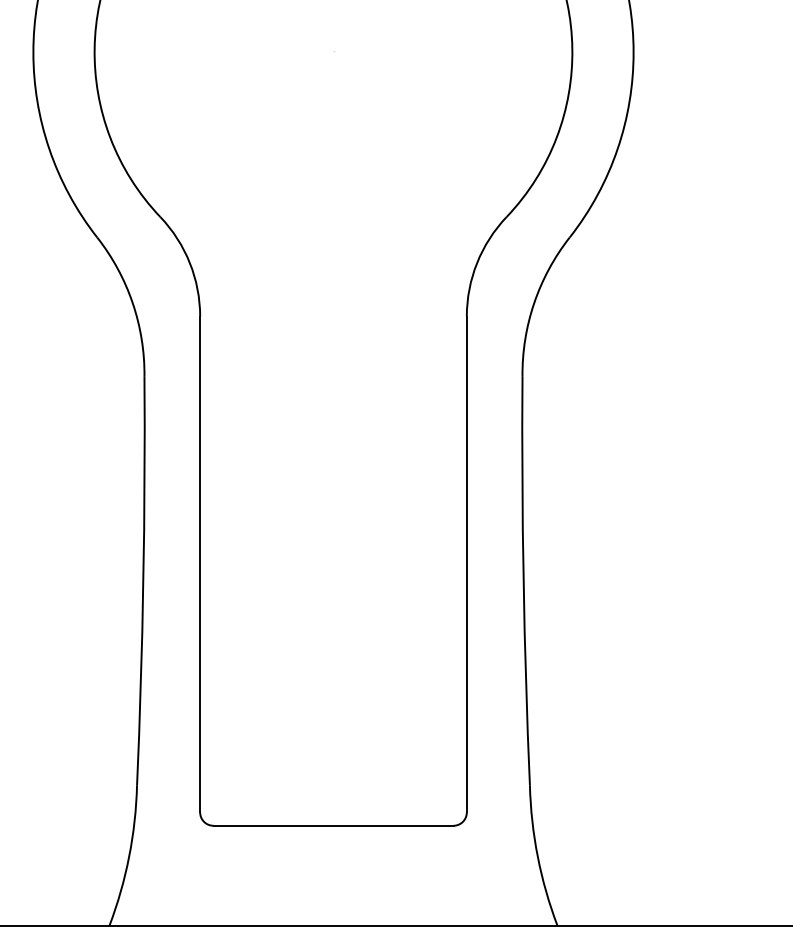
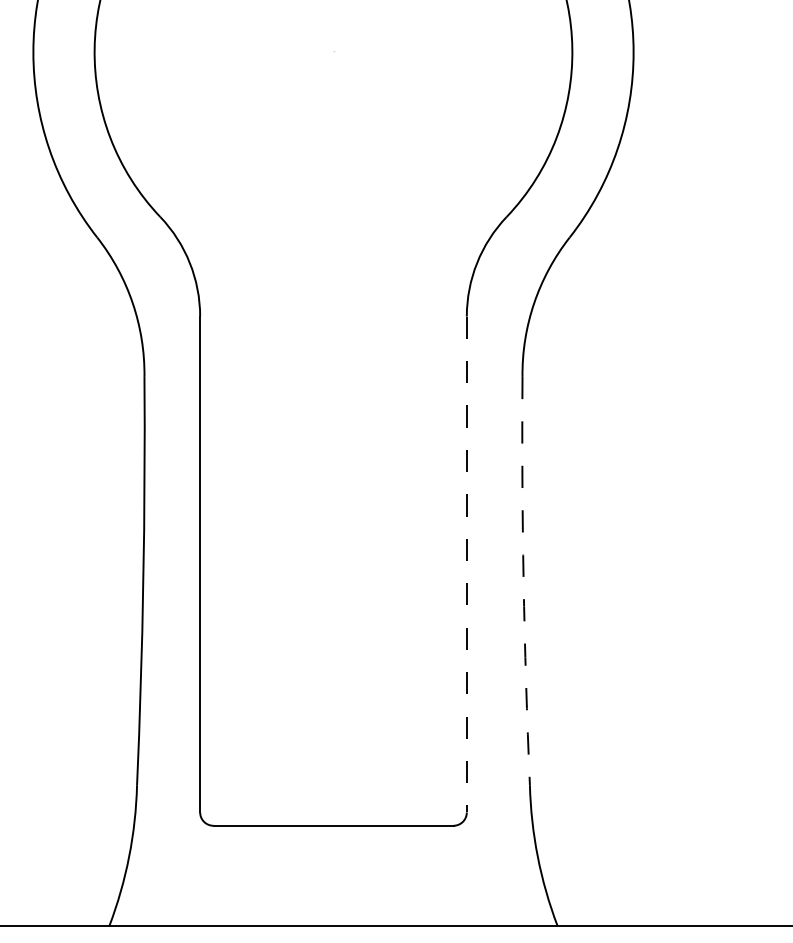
line at (466, 564): solid -> dashed
arc at (523, 581): solid -> dashed
